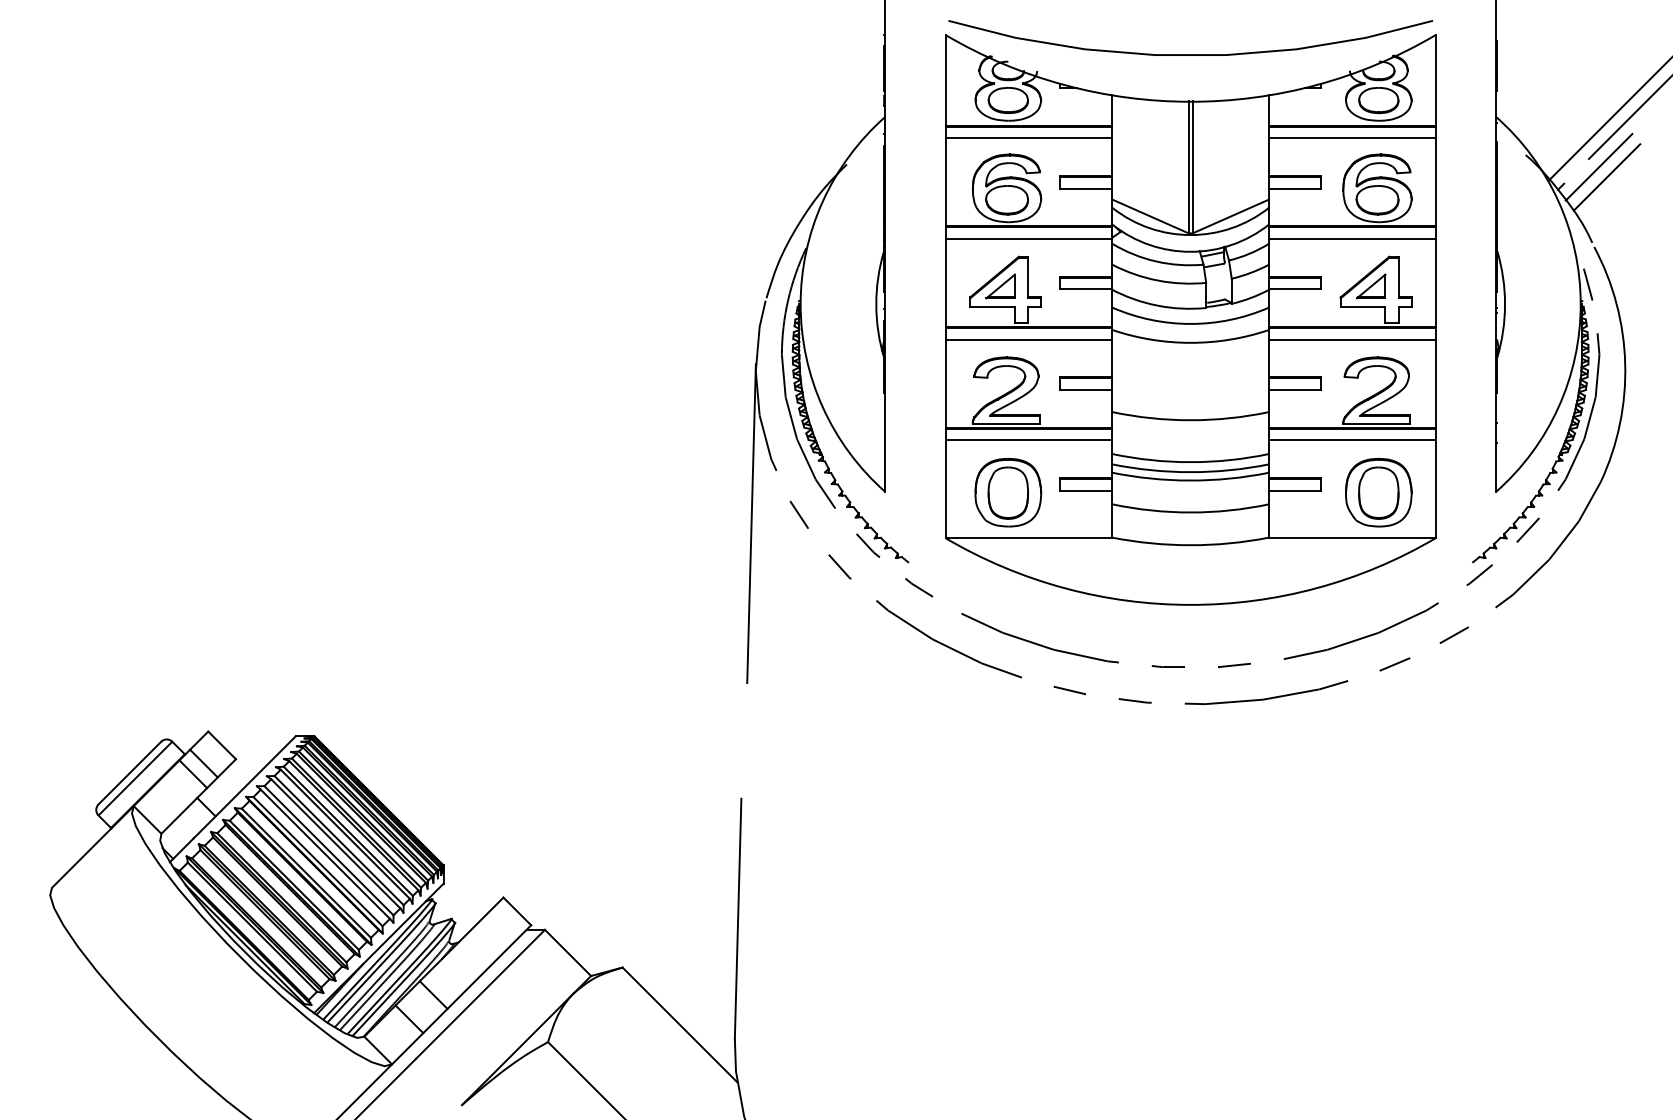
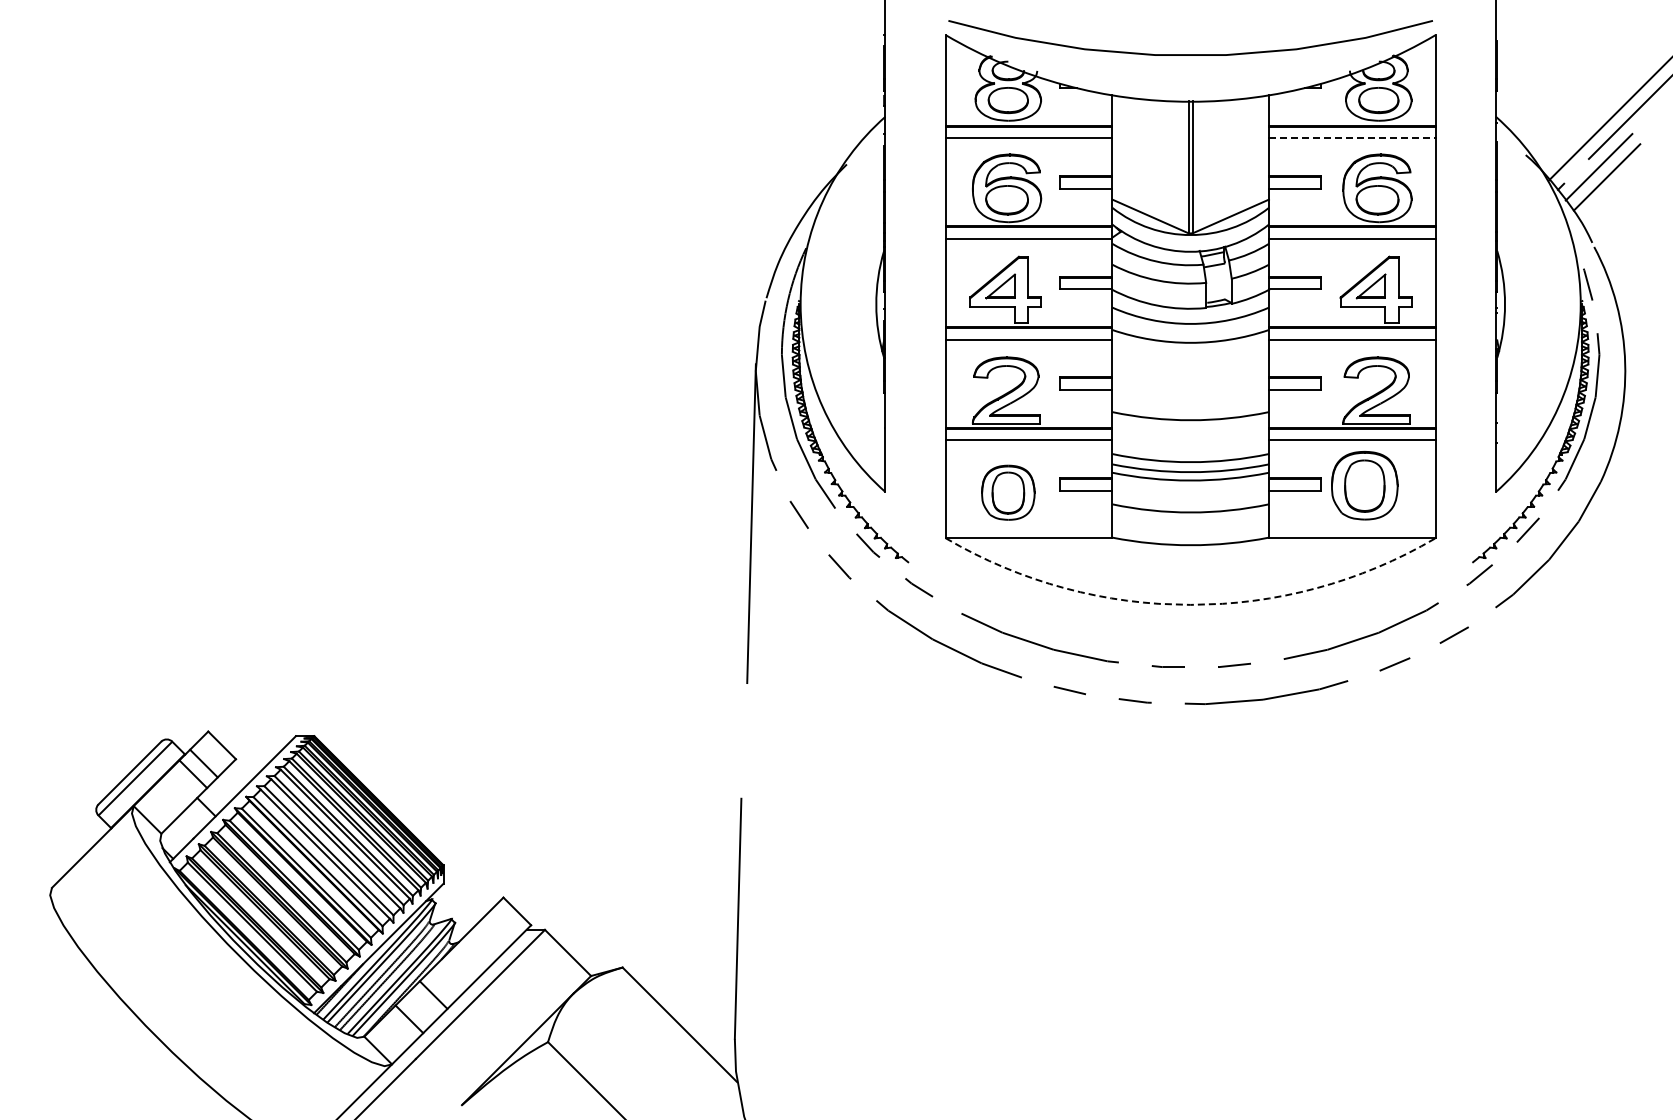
line at (1352, 138): solid -> dashed
part at (1008, 492) size: 69x70 px -> 55x57 px
part at (1378, 492) position: (1378, 492) -> (1364, 485)
arc at (1190, 604): solid -> dashed
